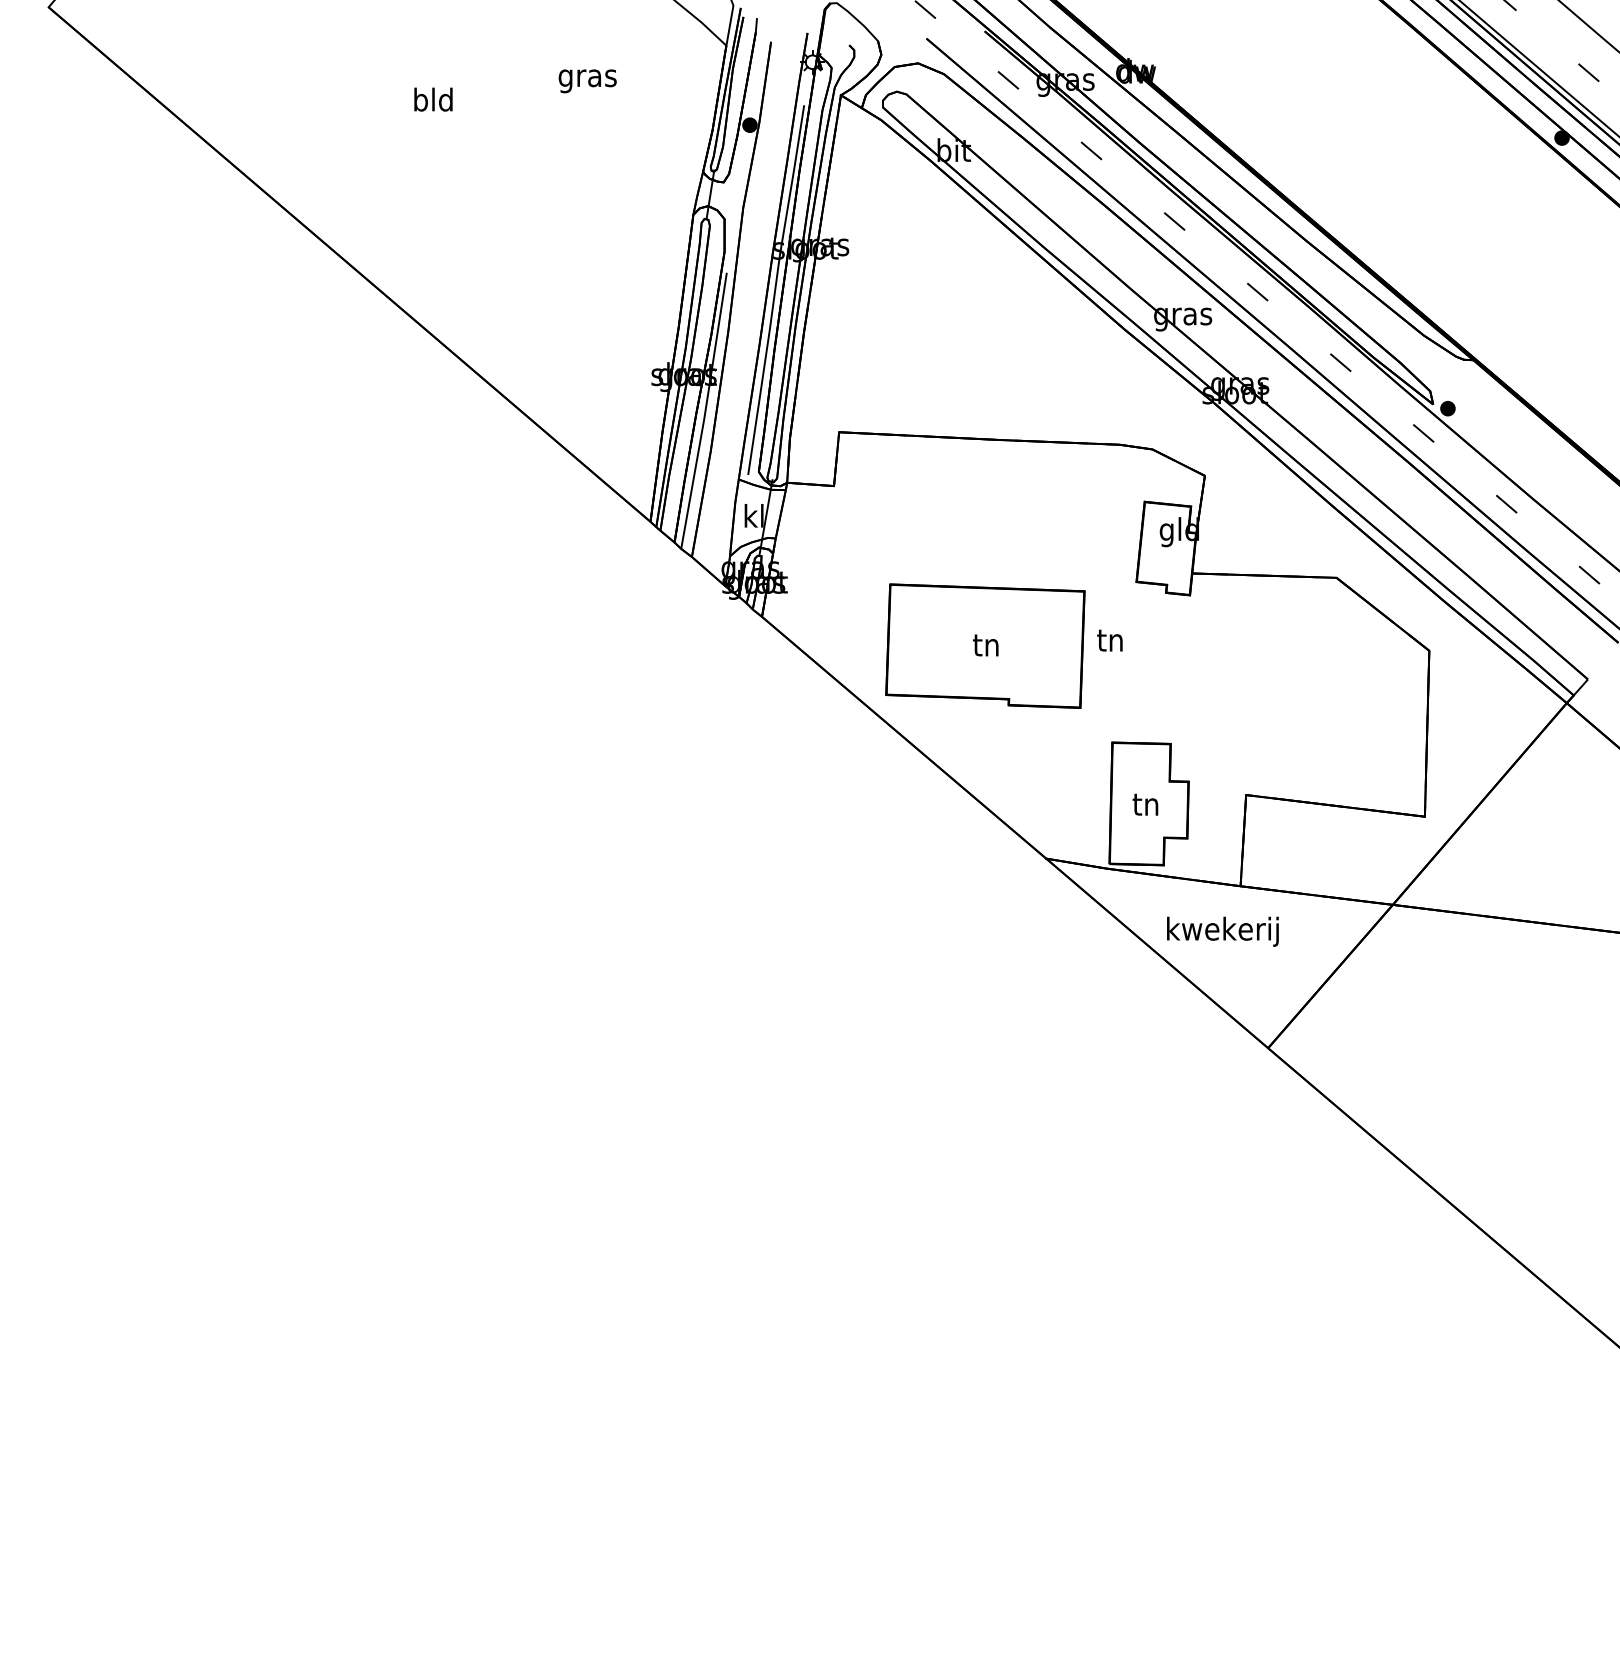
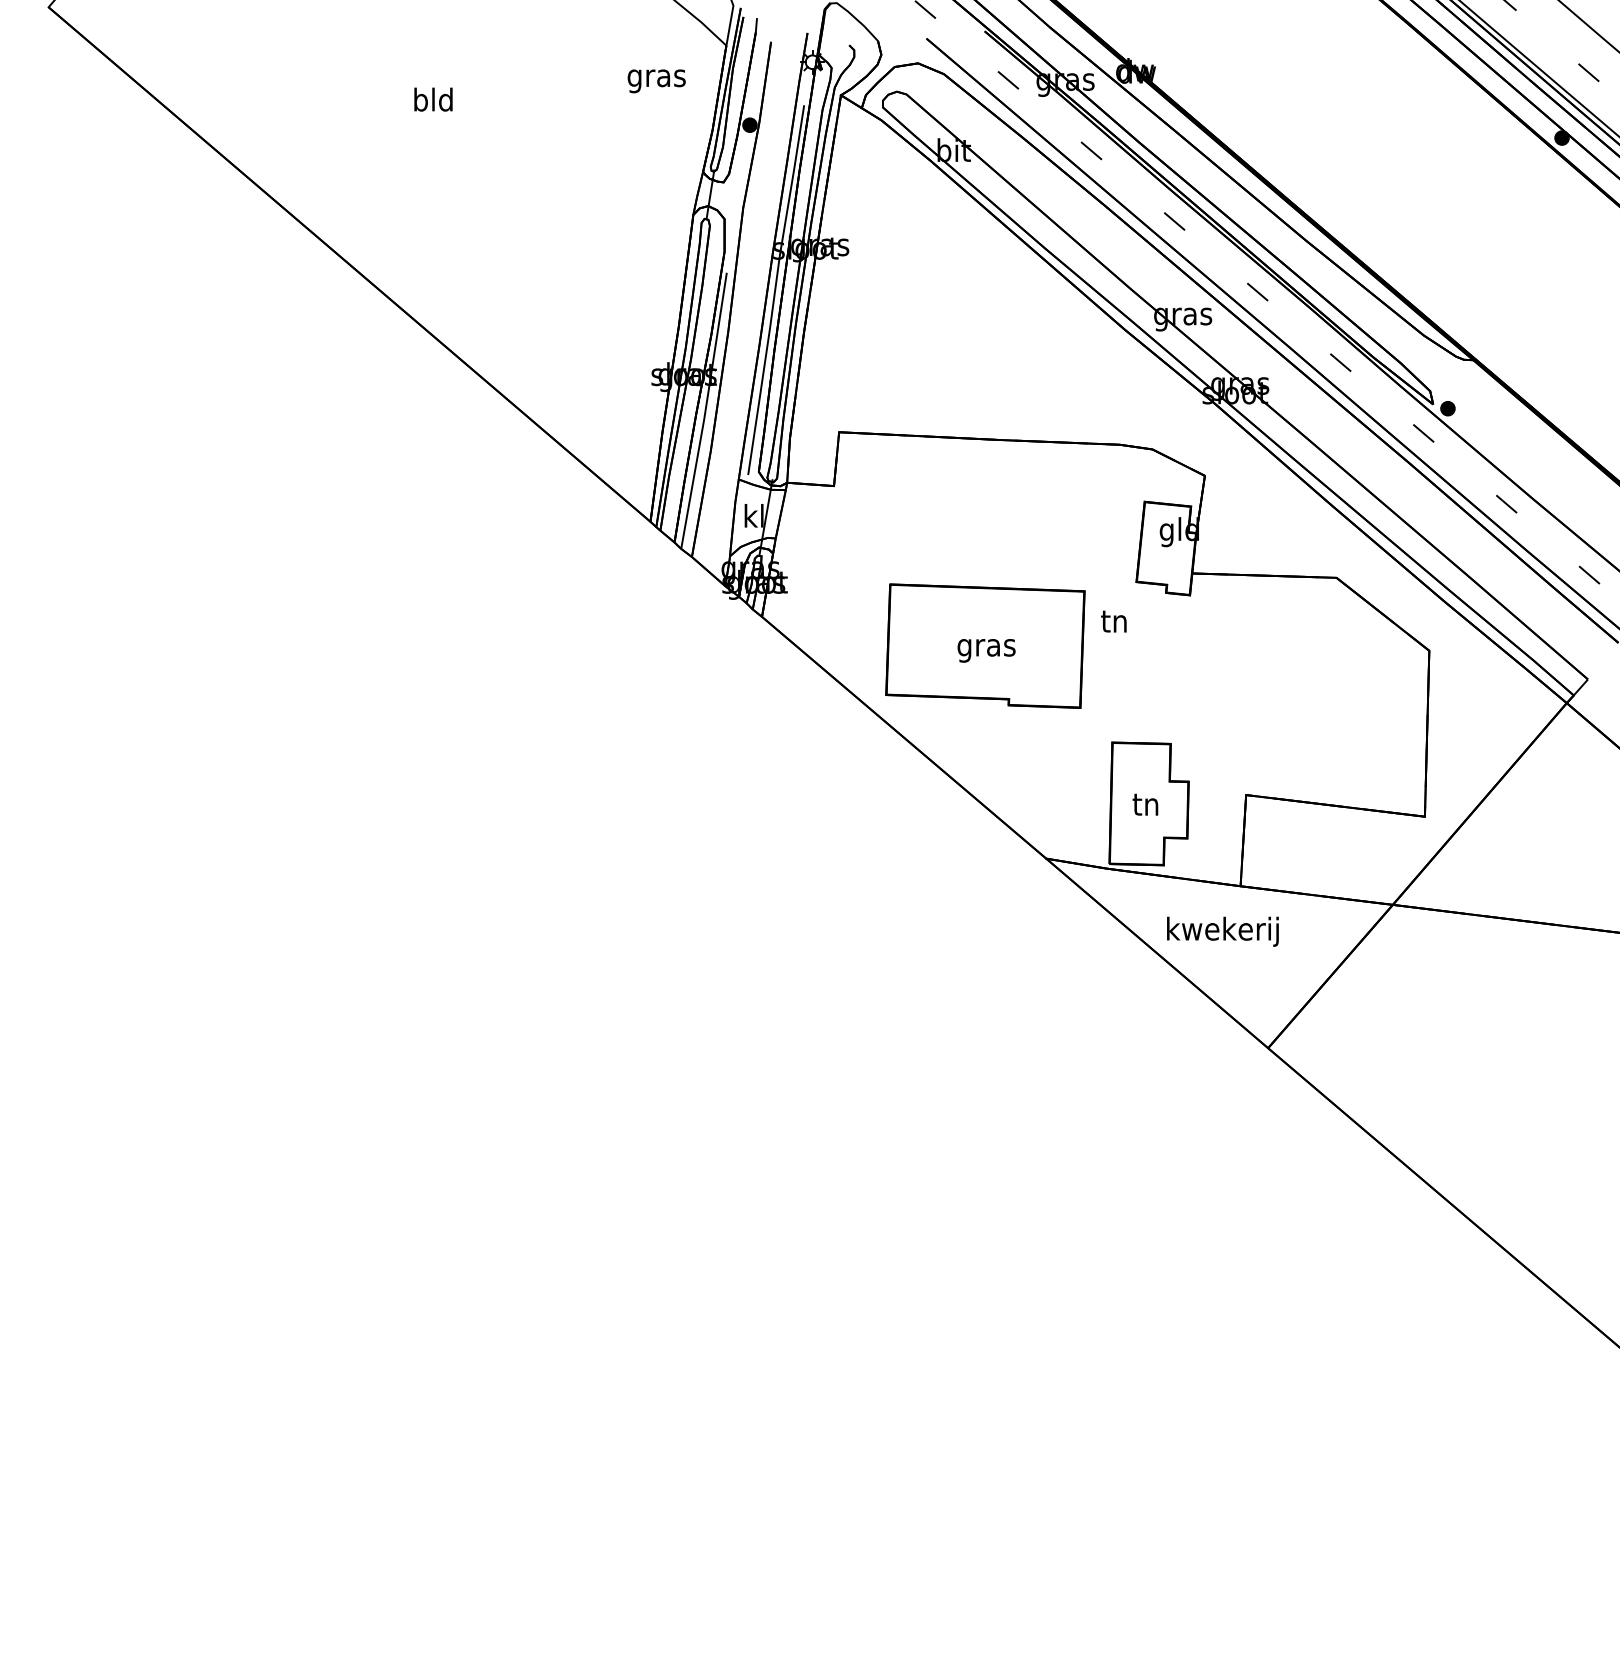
text at (587, 81) position: (587, 81) -> (656, 81)
text at (1109, 640) position: (1109, 640) -> (1113, 621)
text at (986, 648): tn -> gras
